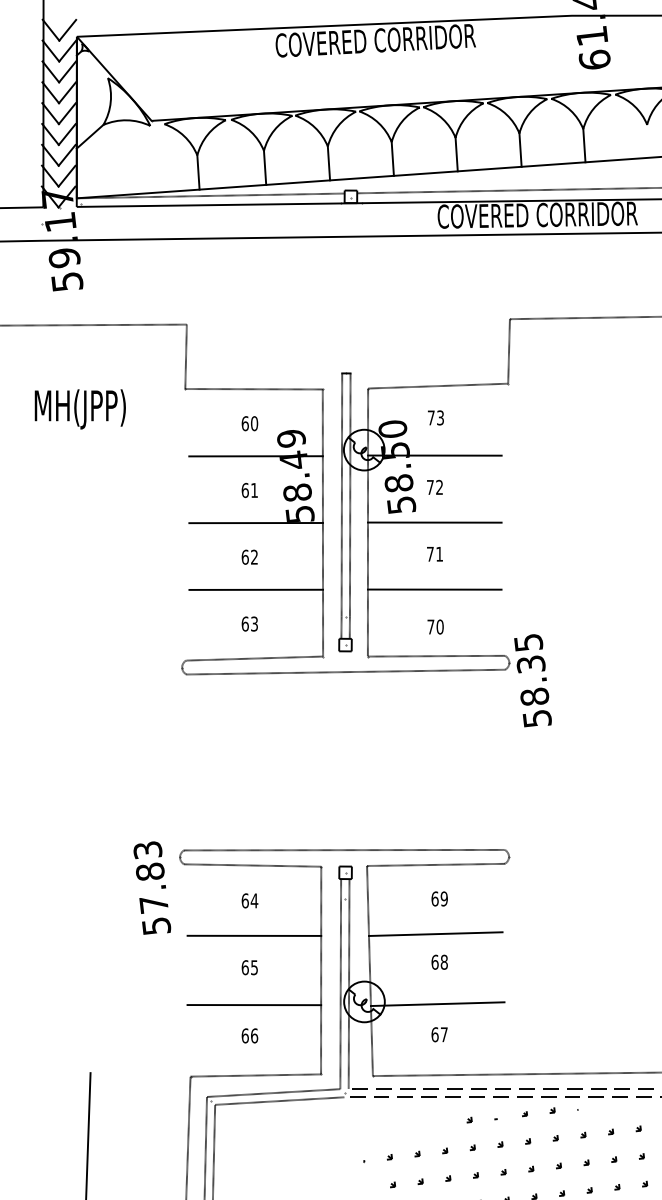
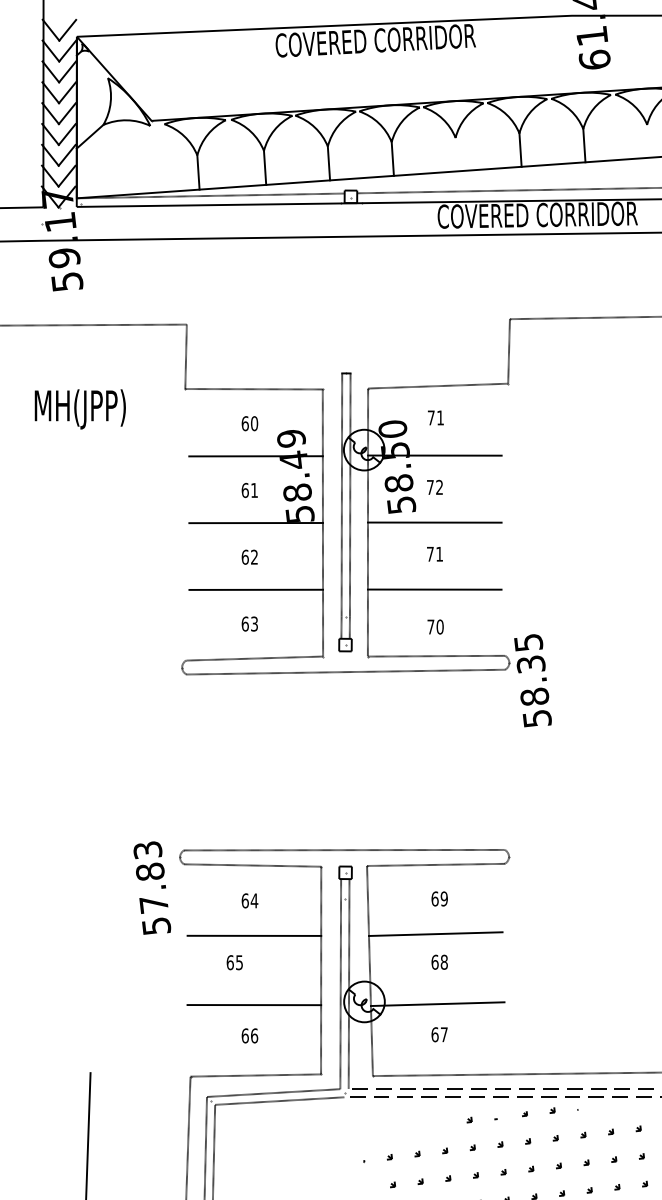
line at (456, 154): present -> none
text at (440, 417): 73 -> 71
text at (249, 967) position: (249, 967) -> (234, 962)
